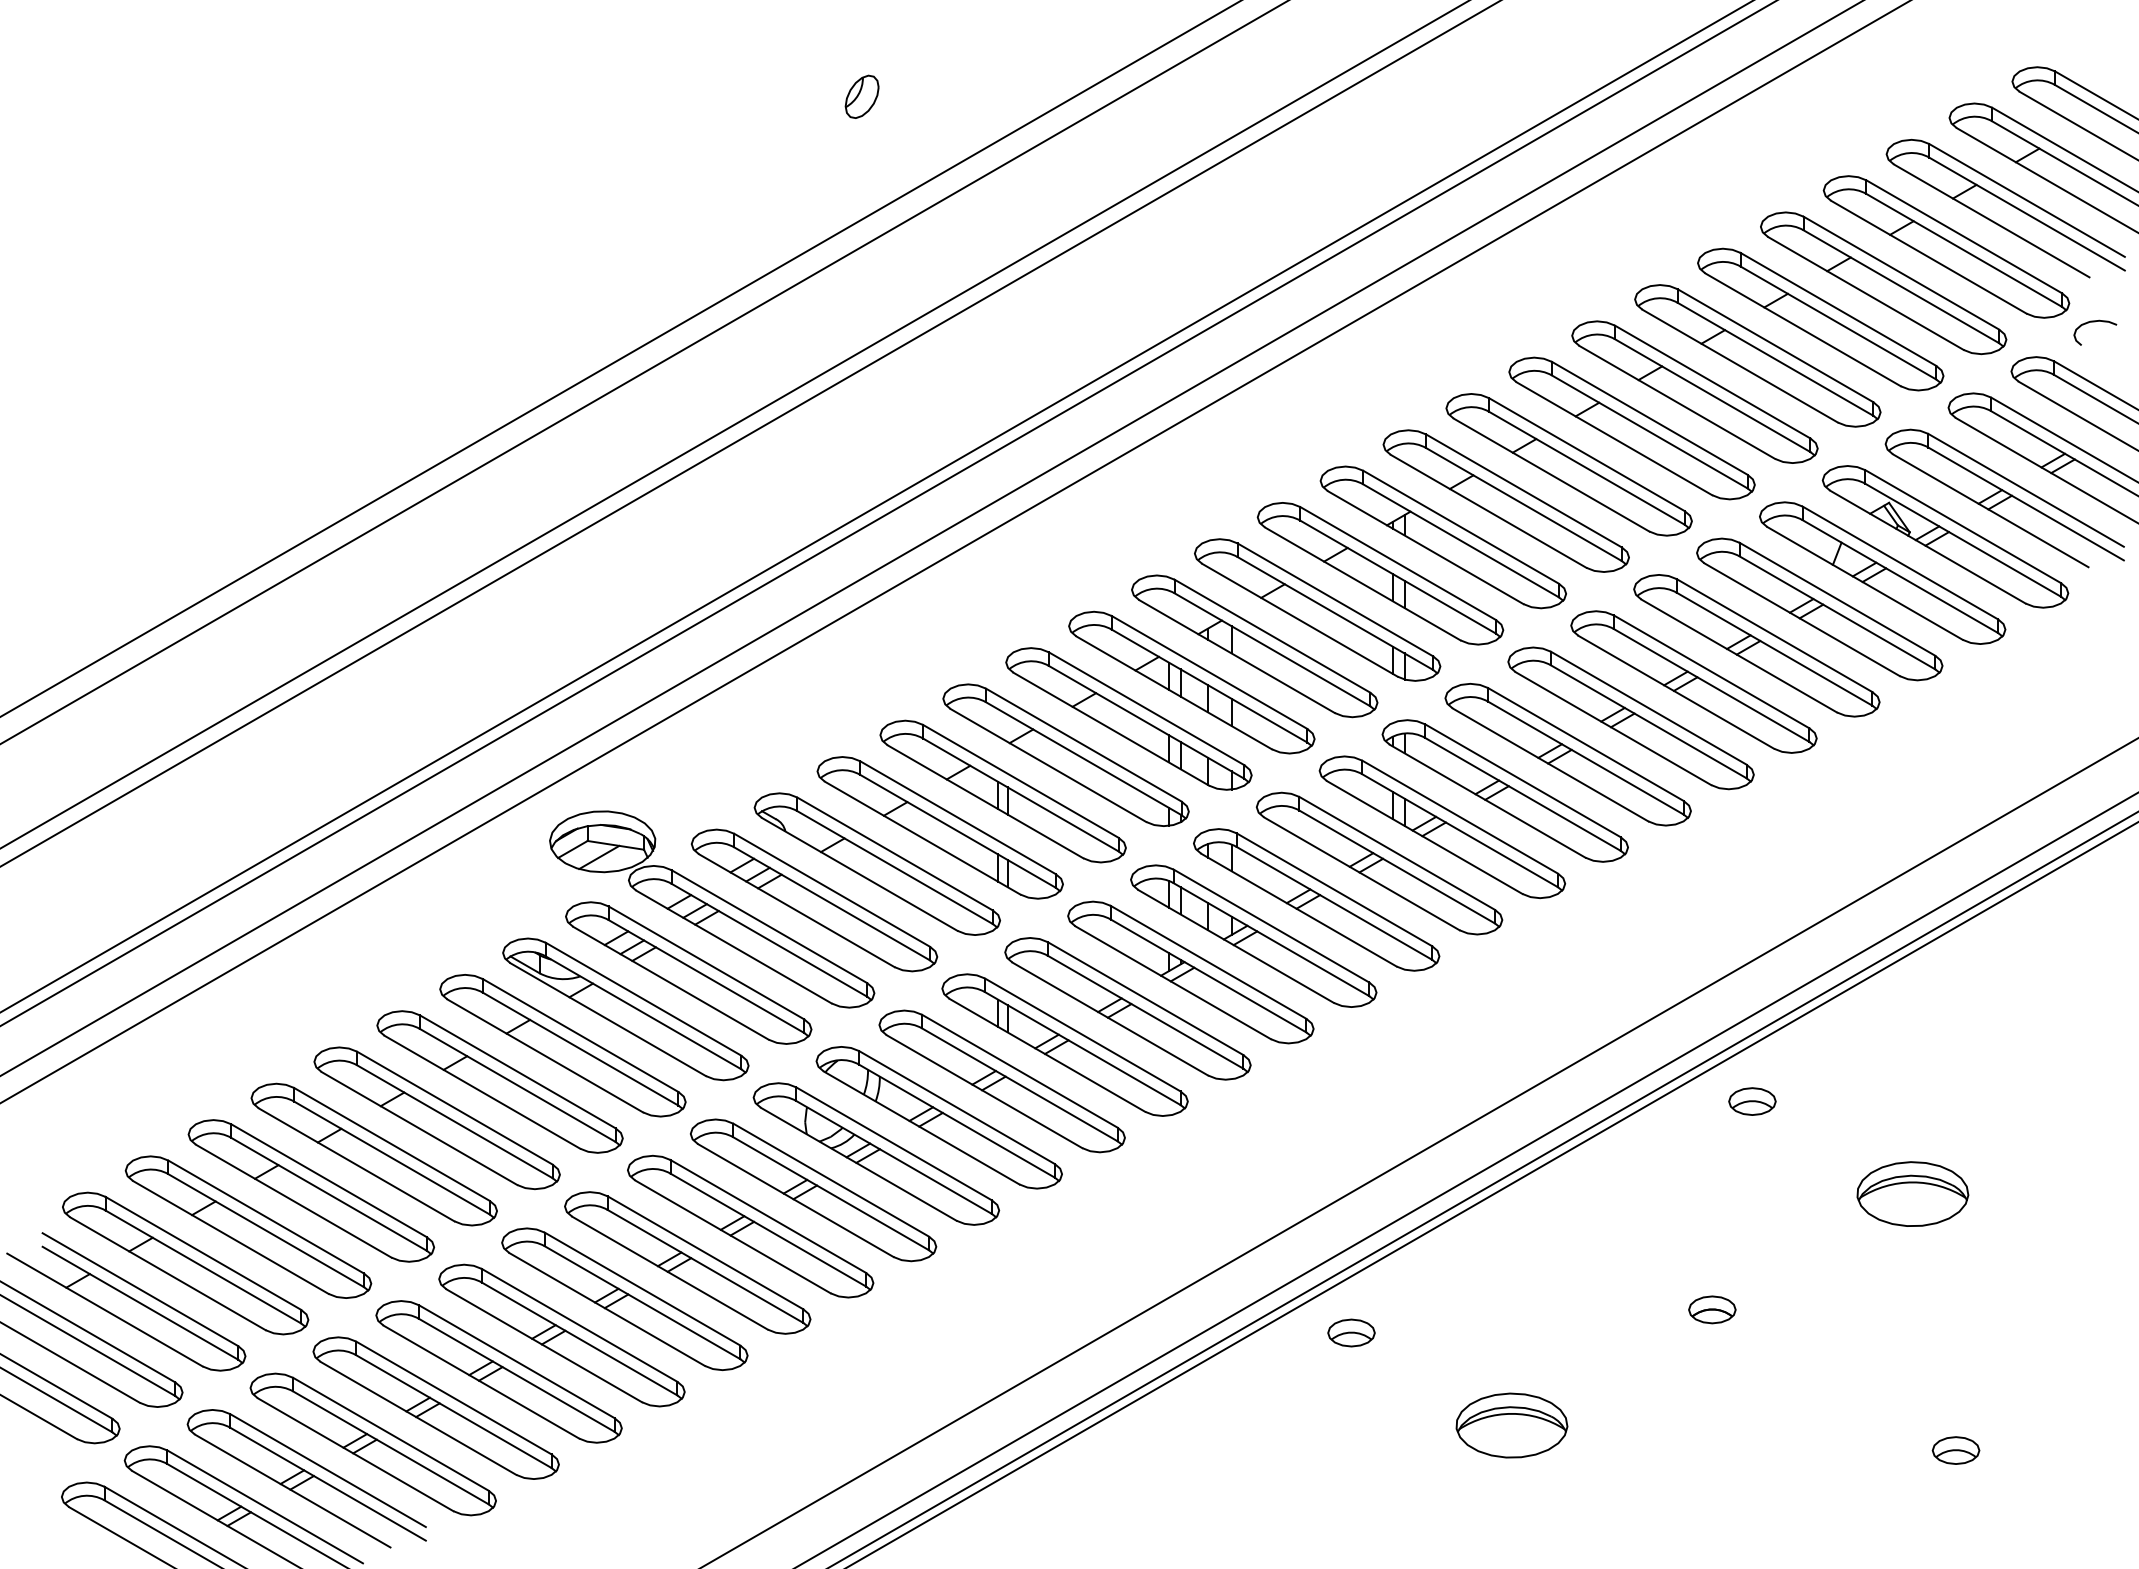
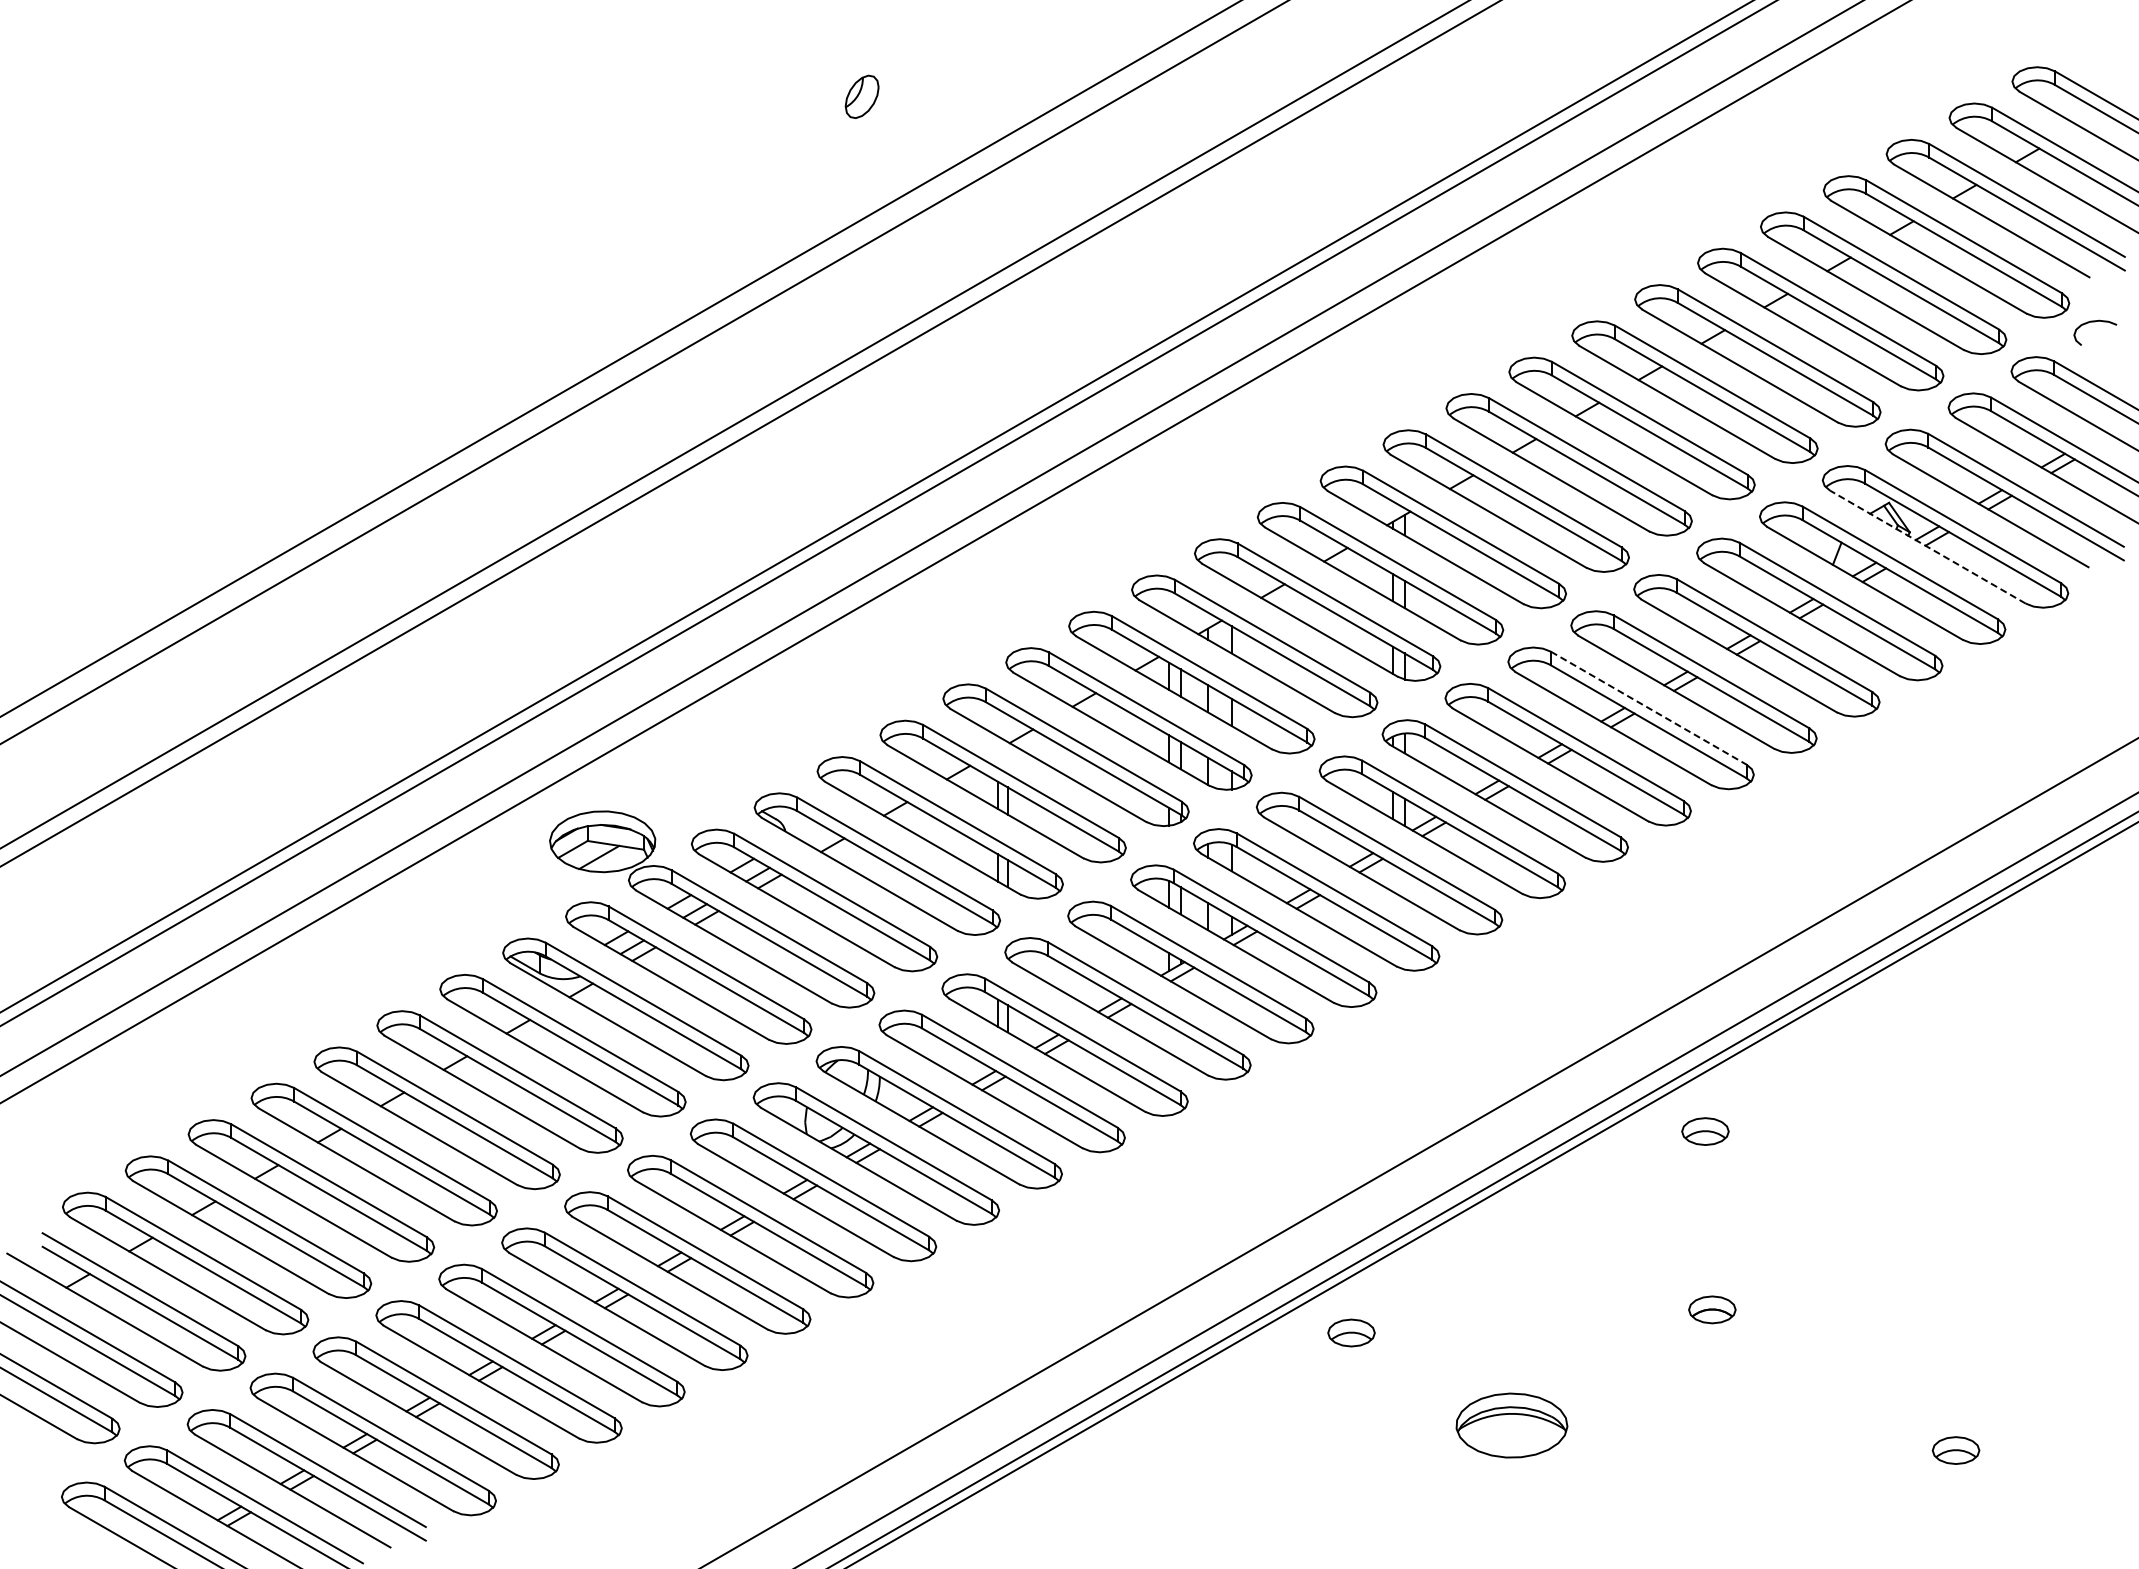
line at (1927, 547): solid -> dashed
line at (1648, 708): solid -> dashed
part at (1752, 1101) position: (1752, 1101) -> (1705, 1131)
part at (1912, 1193): present -> none
